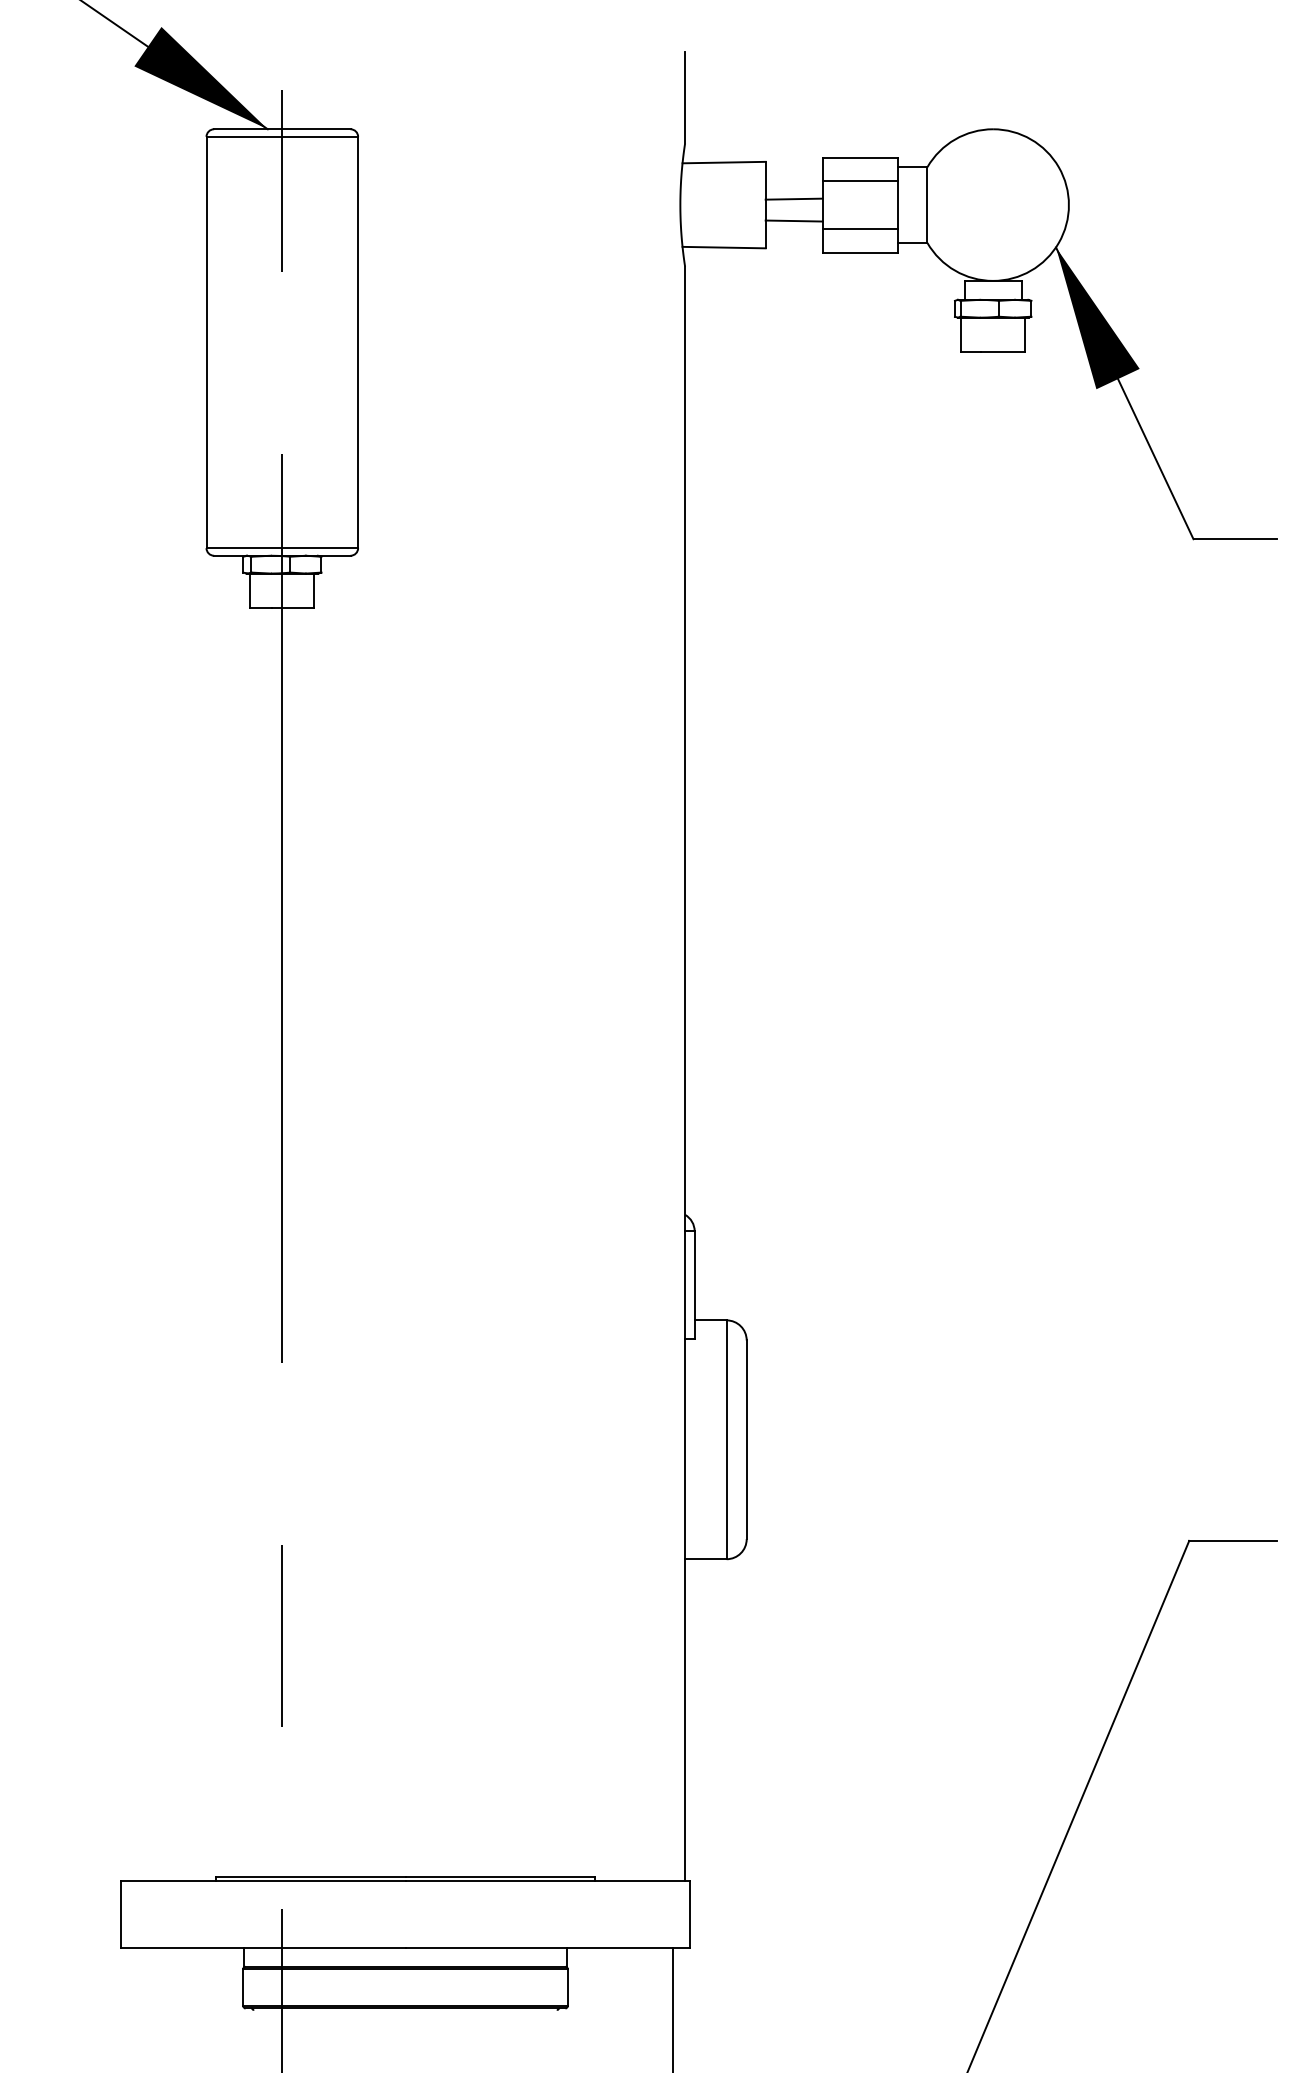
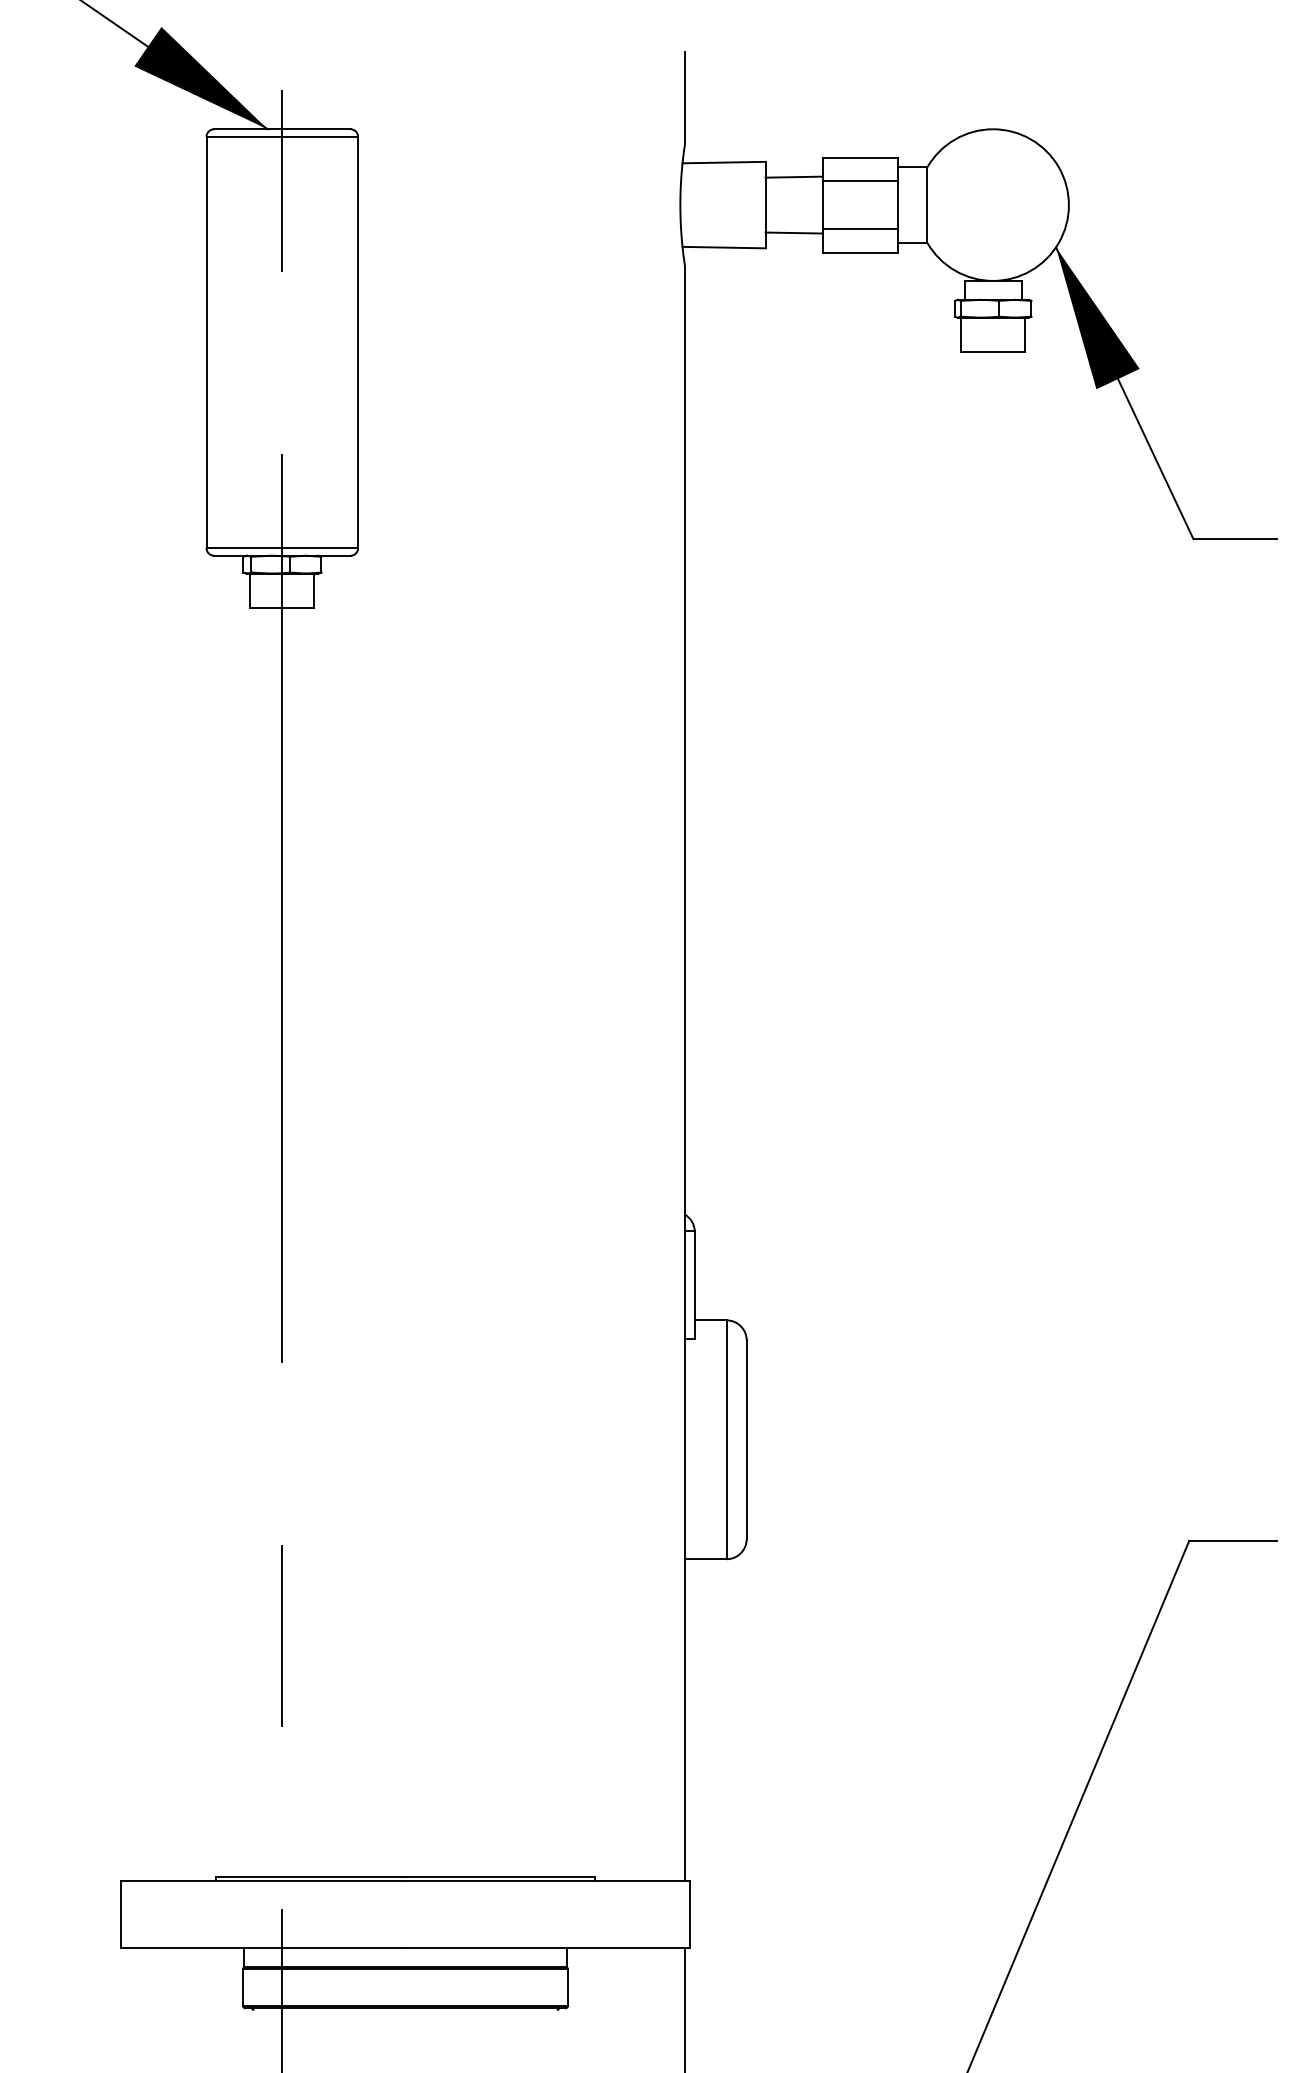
line at (793, 198) position: (793, 198) -> (793, 176)
line at (793, 220) position: (793, 220) -> (793, 232)
line at (673, 2008) position: (673, 2008) -> (685, 2008)
